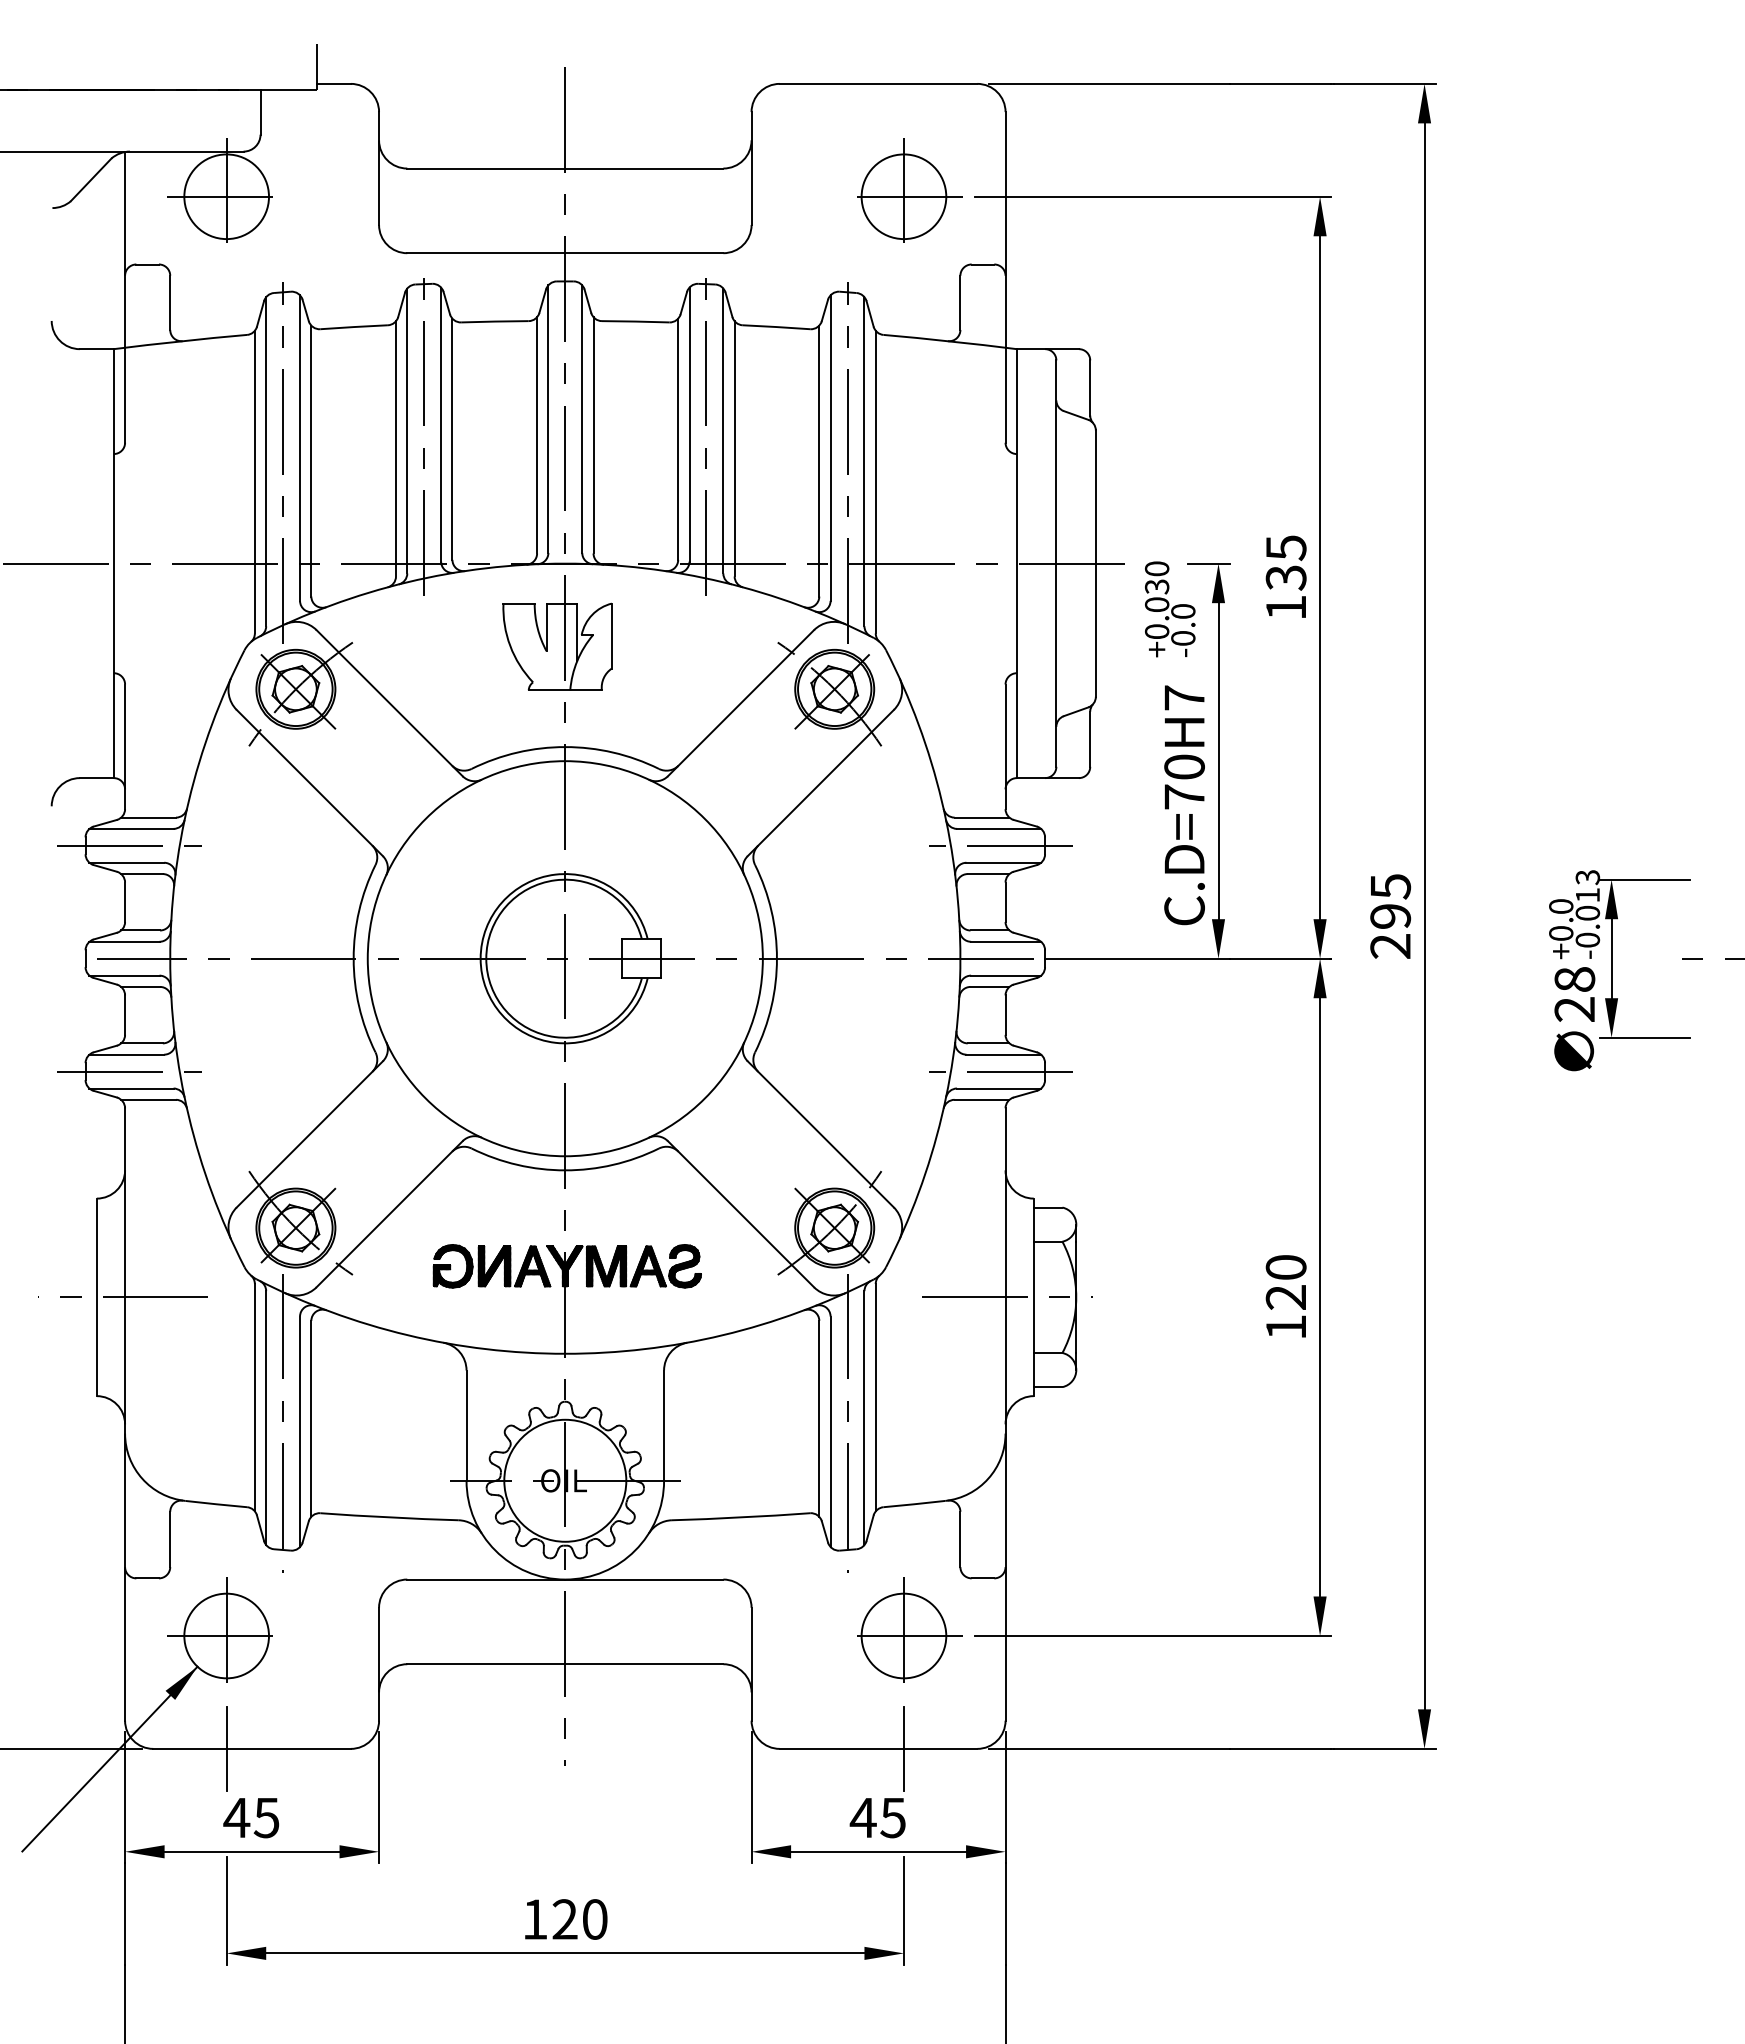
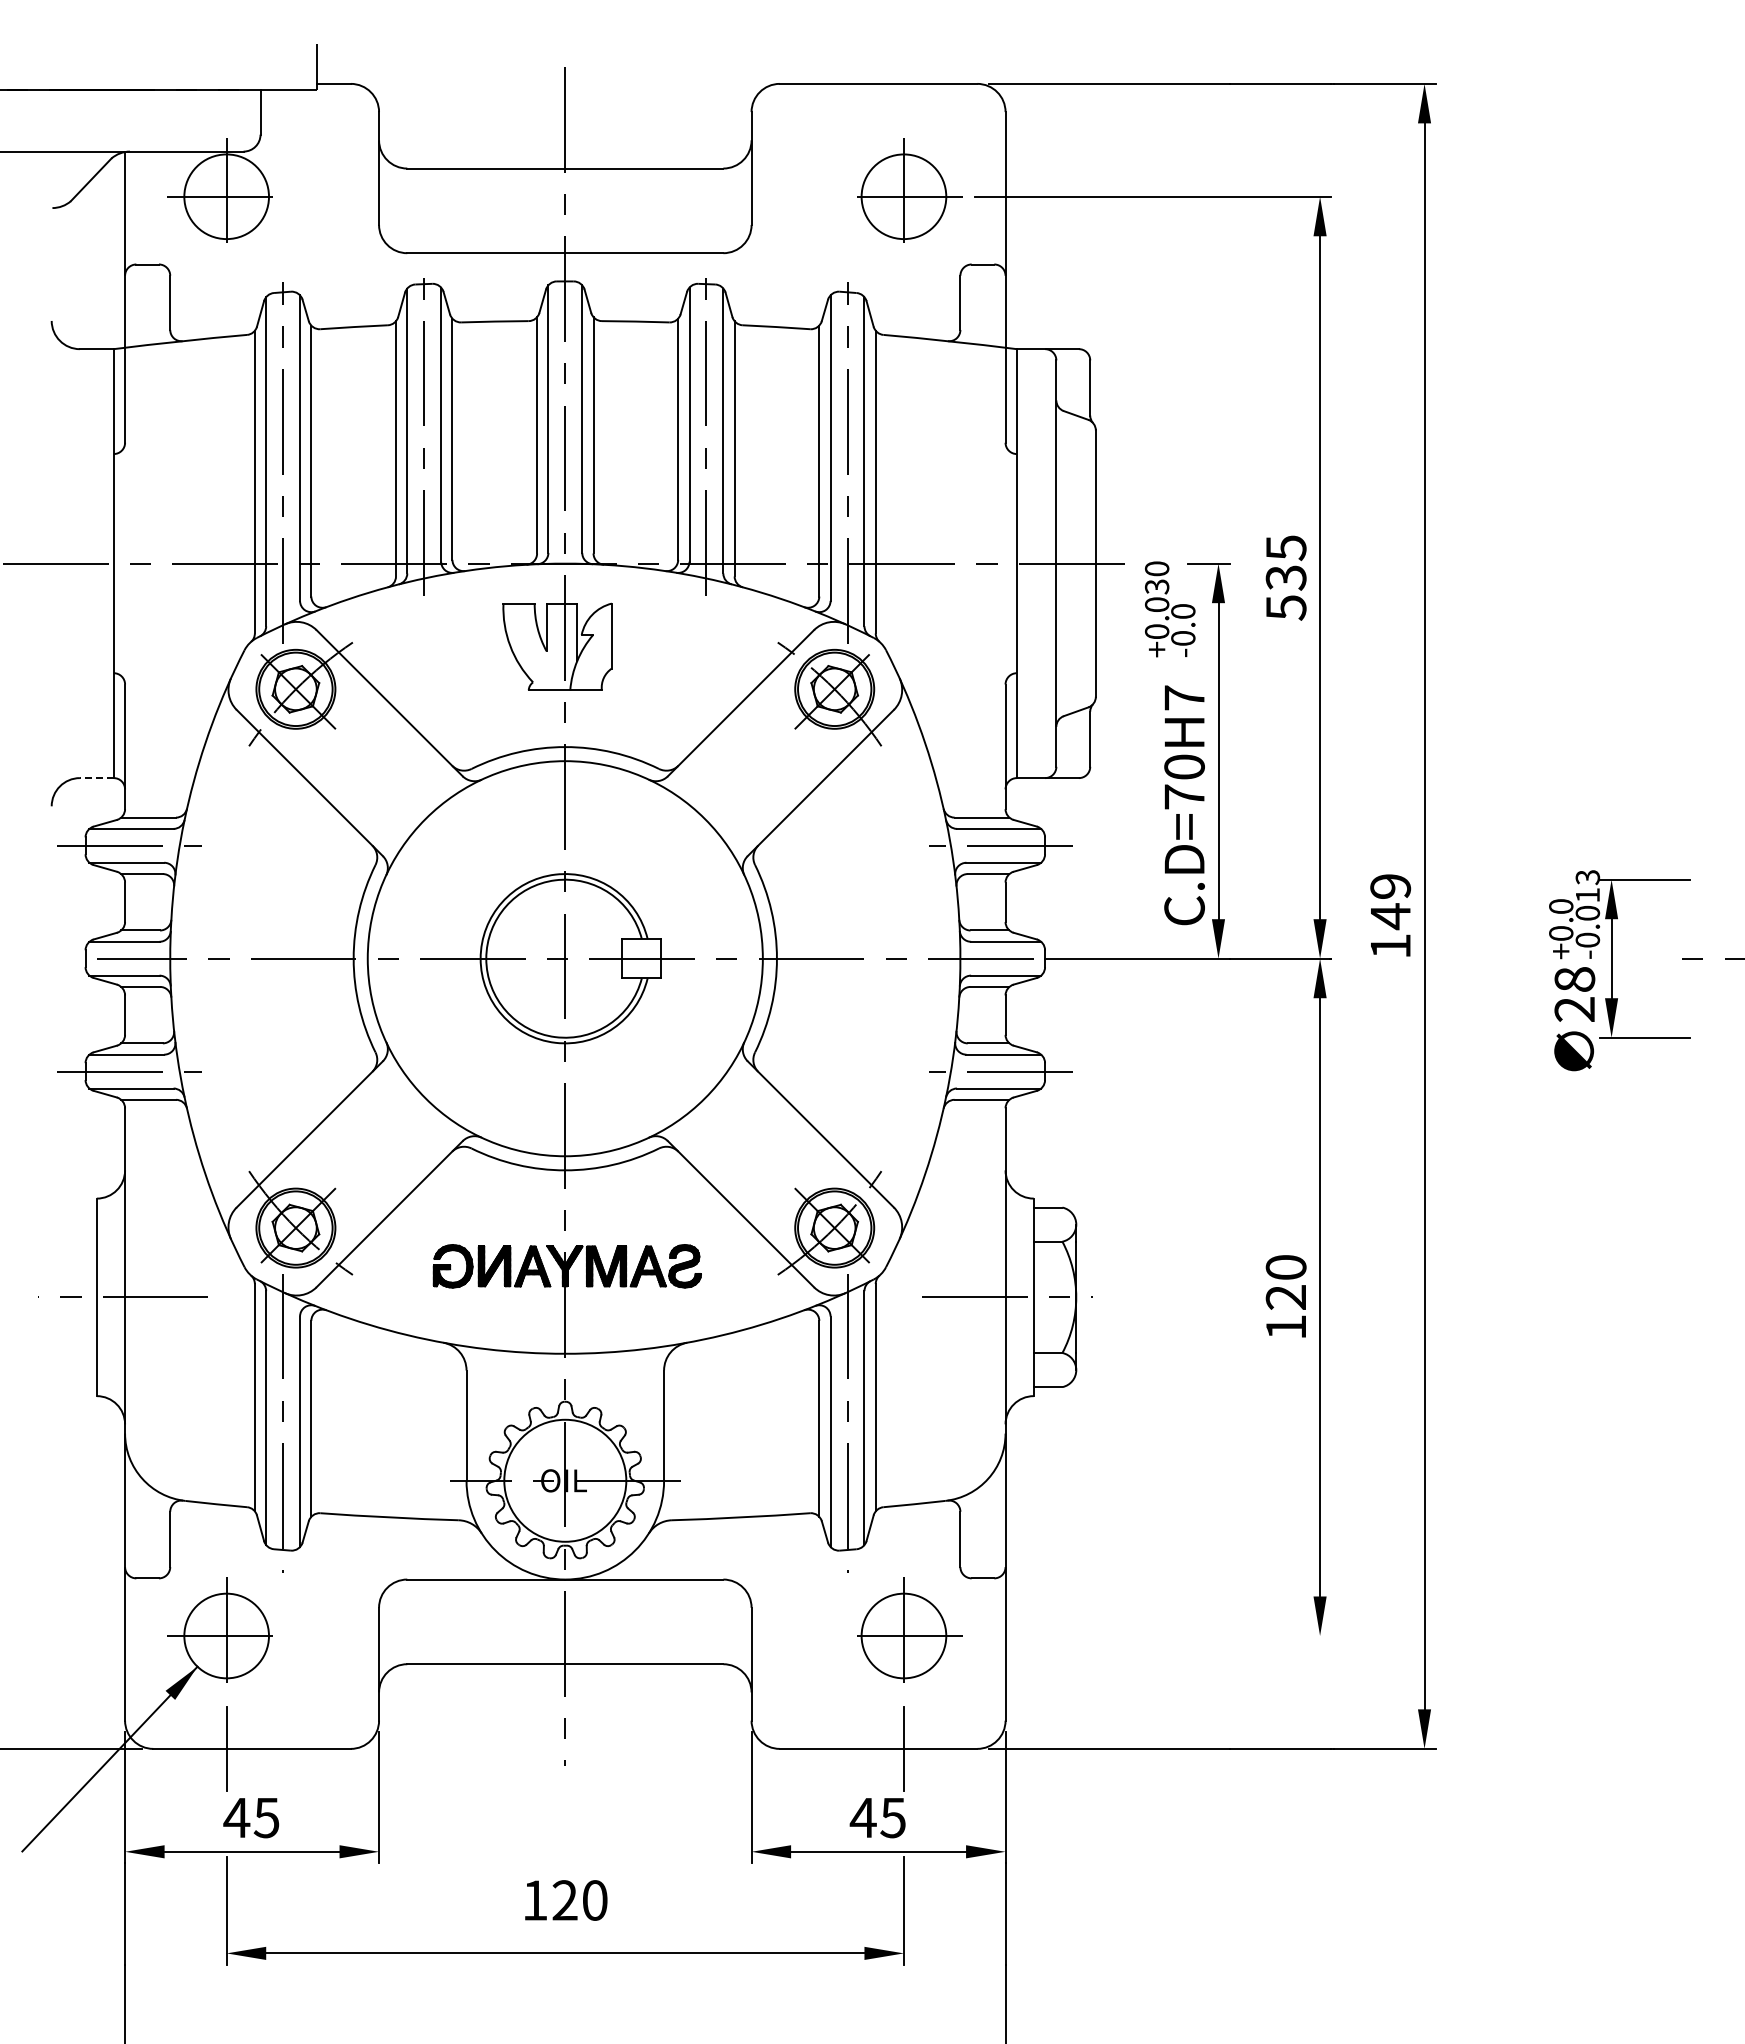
text at (1286, 607): 135 -> 535
line at (96, 778): solid -> dashed
text at (1390, 916): 295 -> 149
line at (1152, 1636): present -> none
text at (566, 1919) position: (566, 1919) -> (566, 1900)
